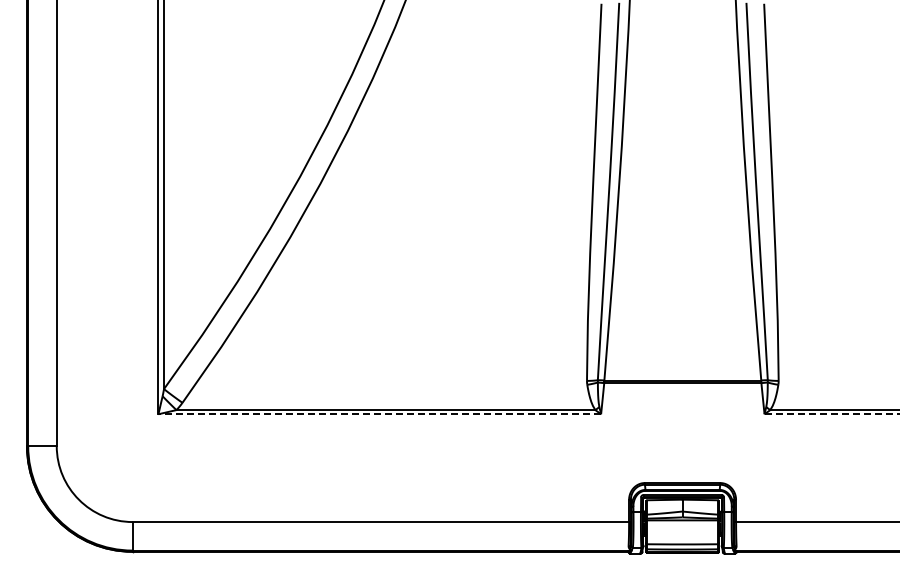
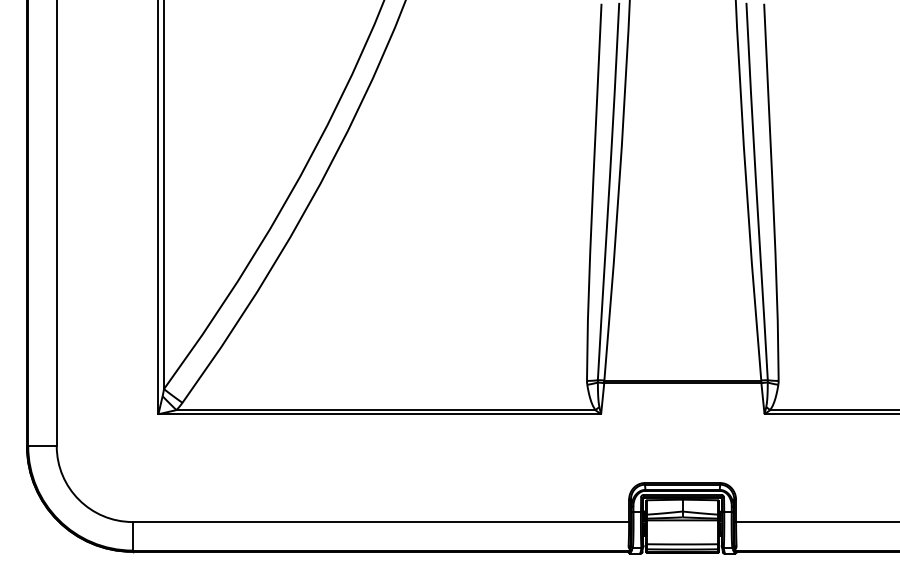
line at (379, 414): dashed -> solid
line at (831, 414): dashed -> solid
